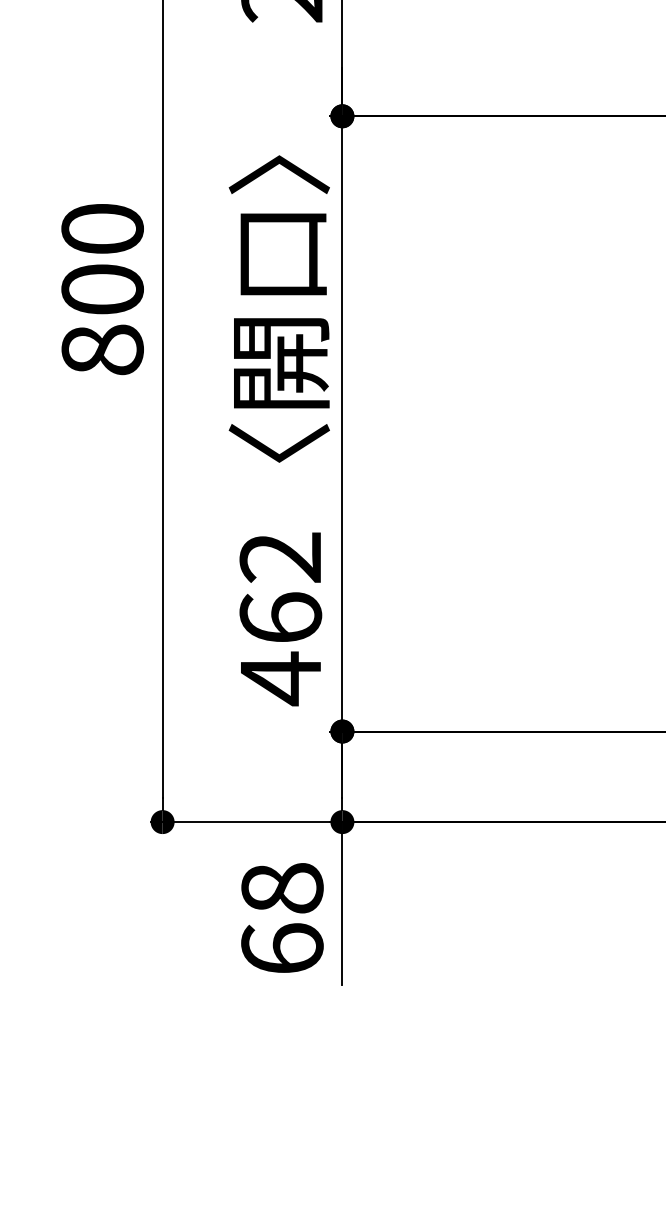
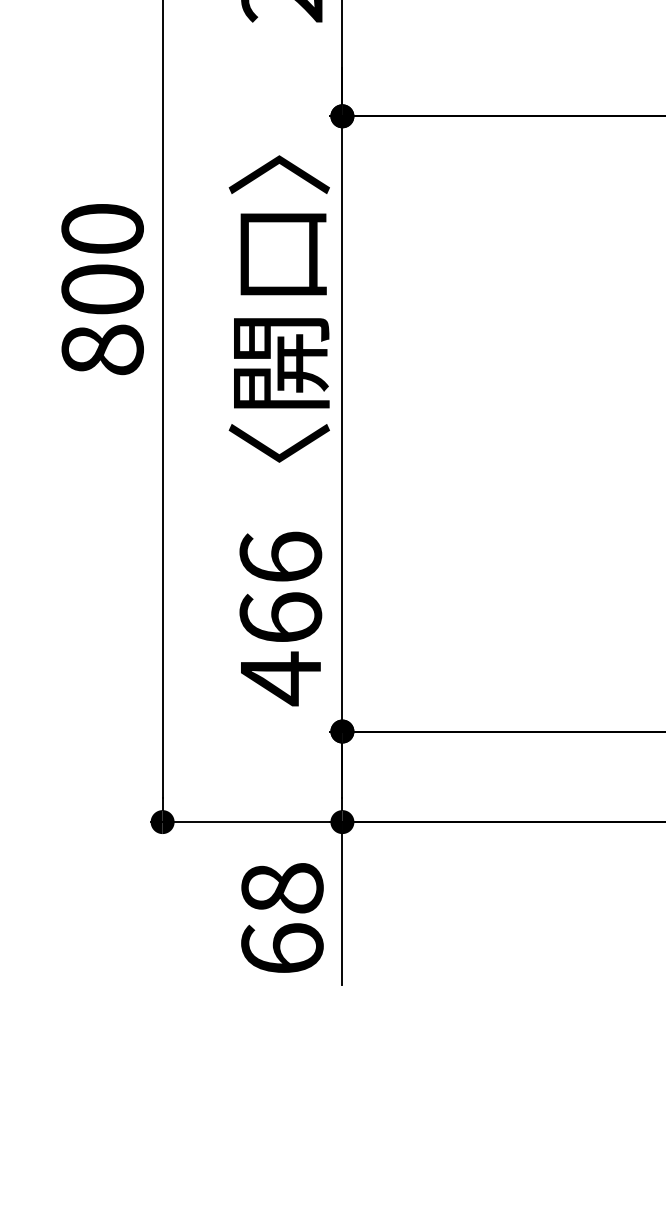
text at (280, 556): 462 -> 466
